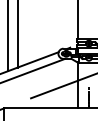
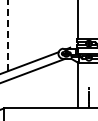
line at (17, 34): present -> none
line at (8, 35): solid -> dashed
line at (62, 86): present -> none
